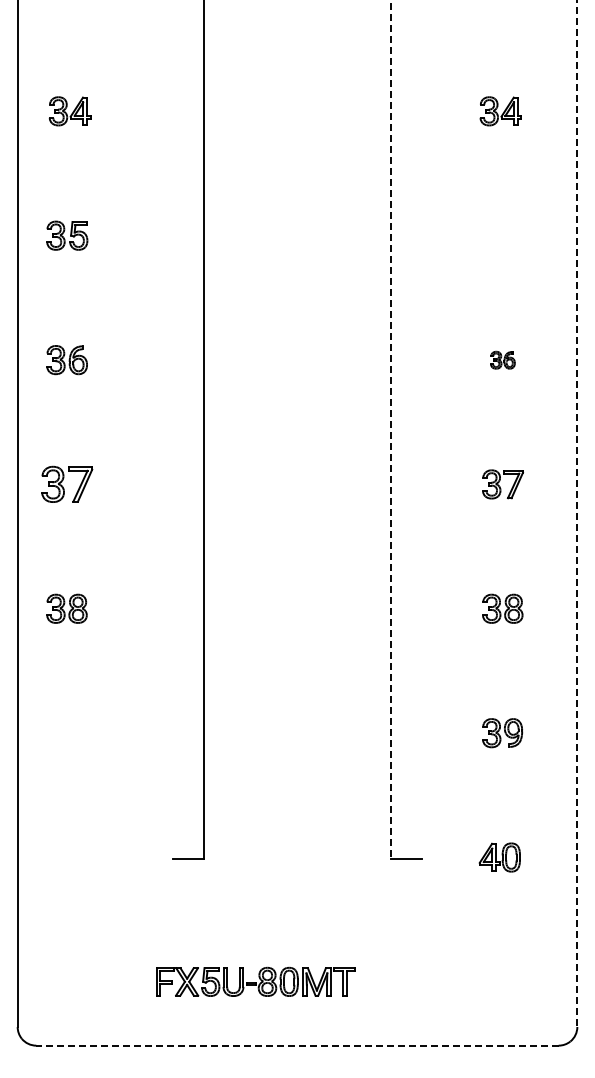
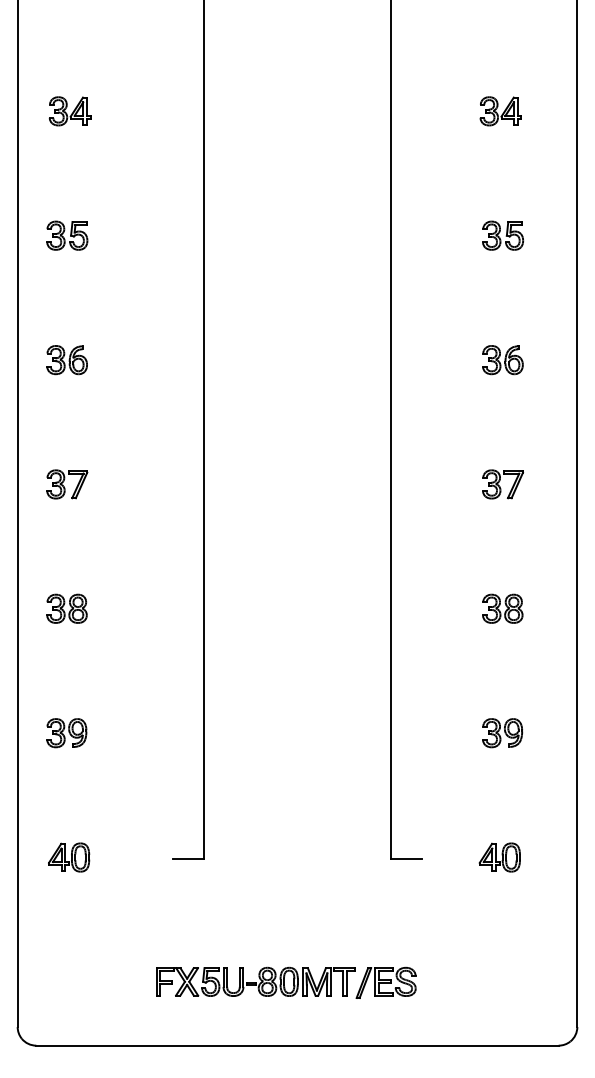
part at (502, 235): none -> present
part at (502, 359) size: 26x20 px -> 42x31 px
line at (390, 430): dashed -> solid
part at (67, 483) size: 53x38 px -> 43x31 px
line at (577, 514): dashed -> solid
part at (66, 733): none -> present
part at (69, 857): none -> present
part at (385, 982): none -> present
line at (296, 1045): dashed -> solid
